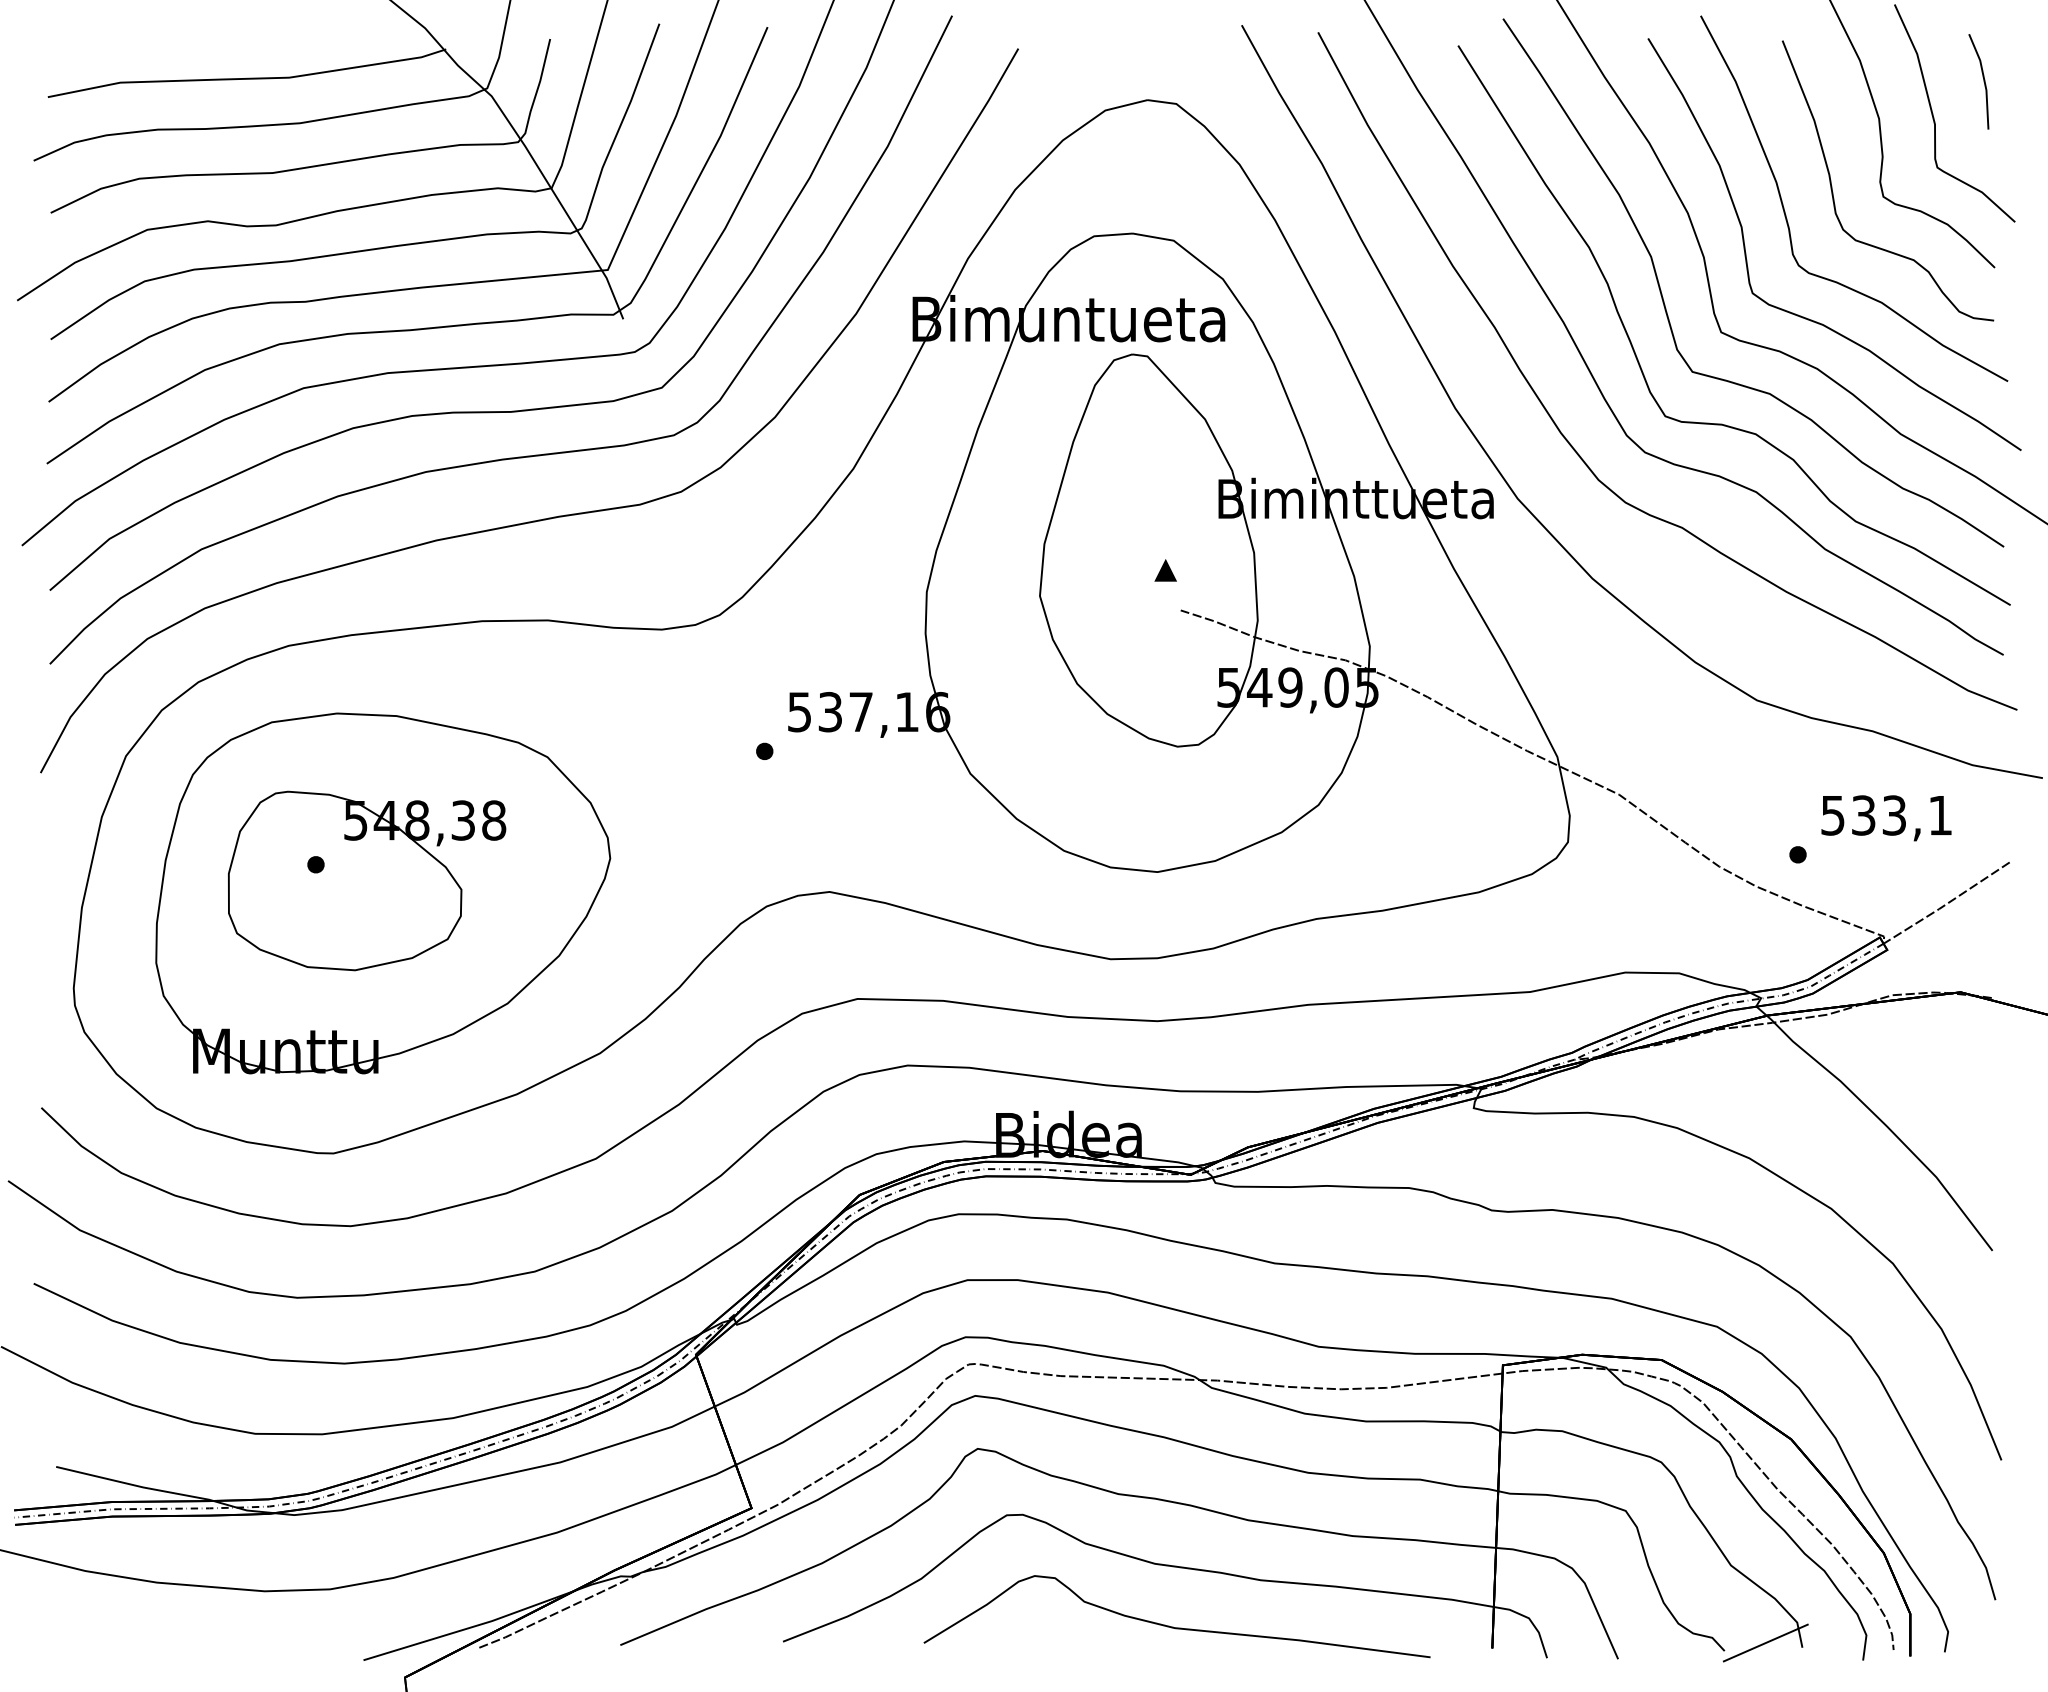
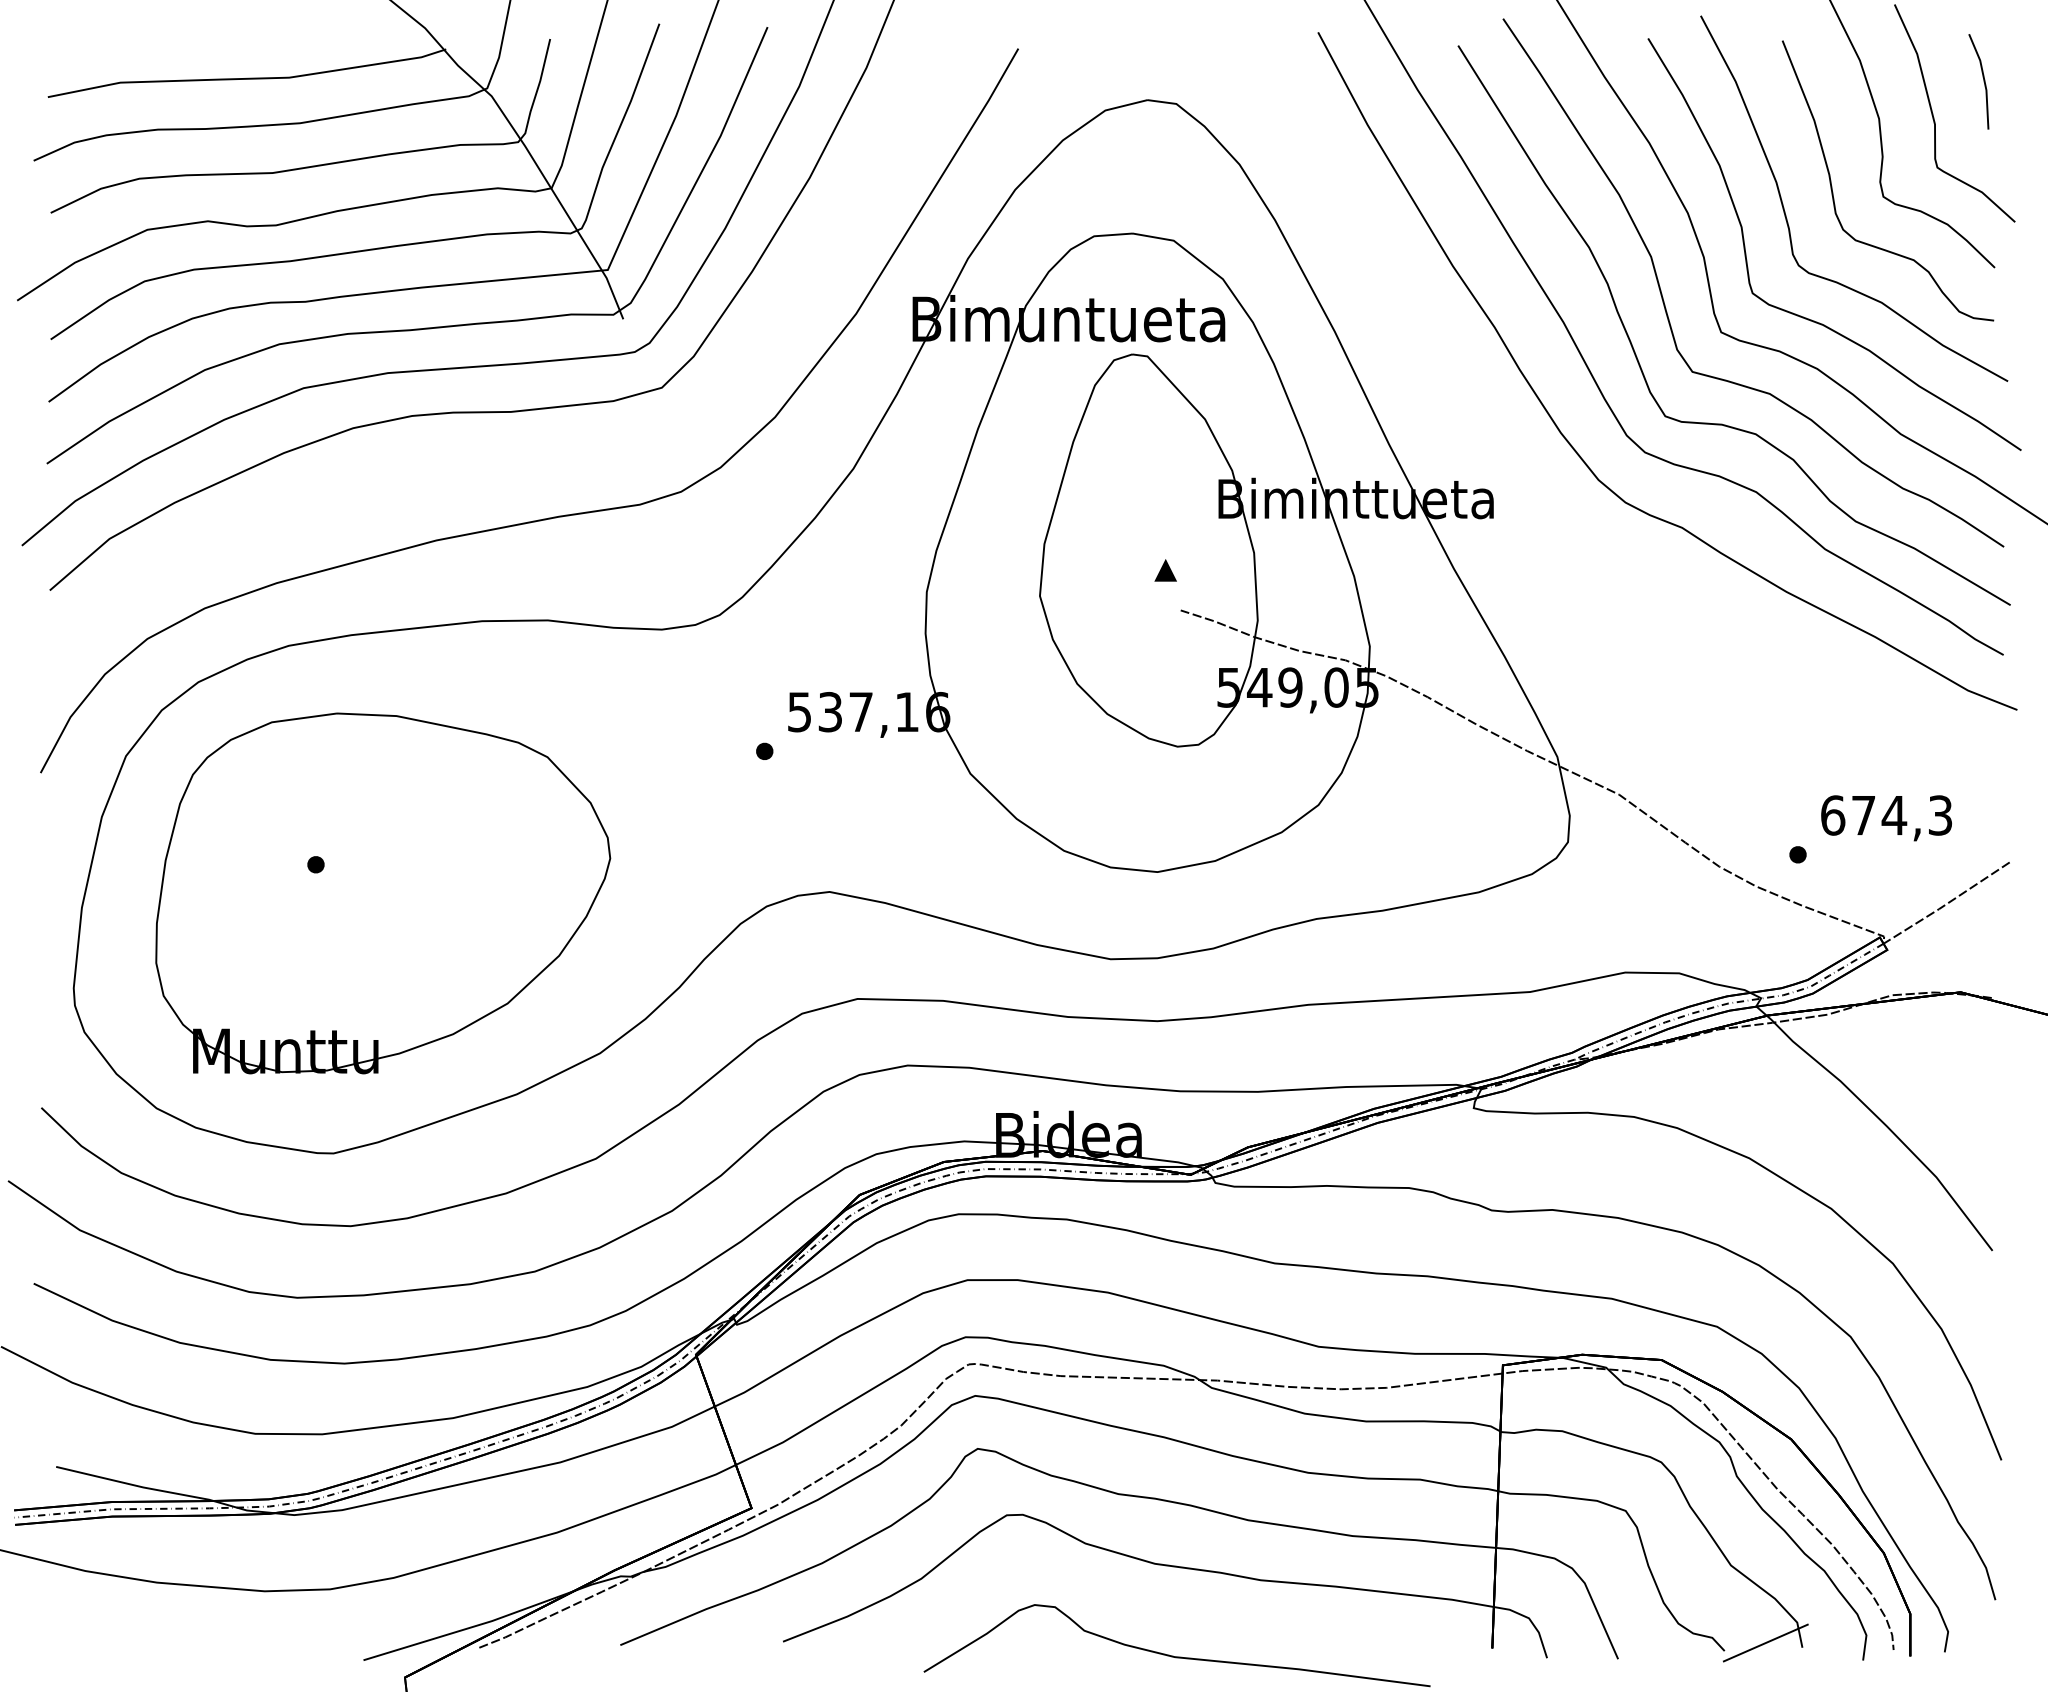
curve at (509, 457): present -> none
curve at (1530, 510): present -> none
text at (1886, 815): 533,1 -> 674,3
part at (367, 880): present -> none
curve at (1173, 1626) position: (1173, 1626) -> (1173, 1655)
